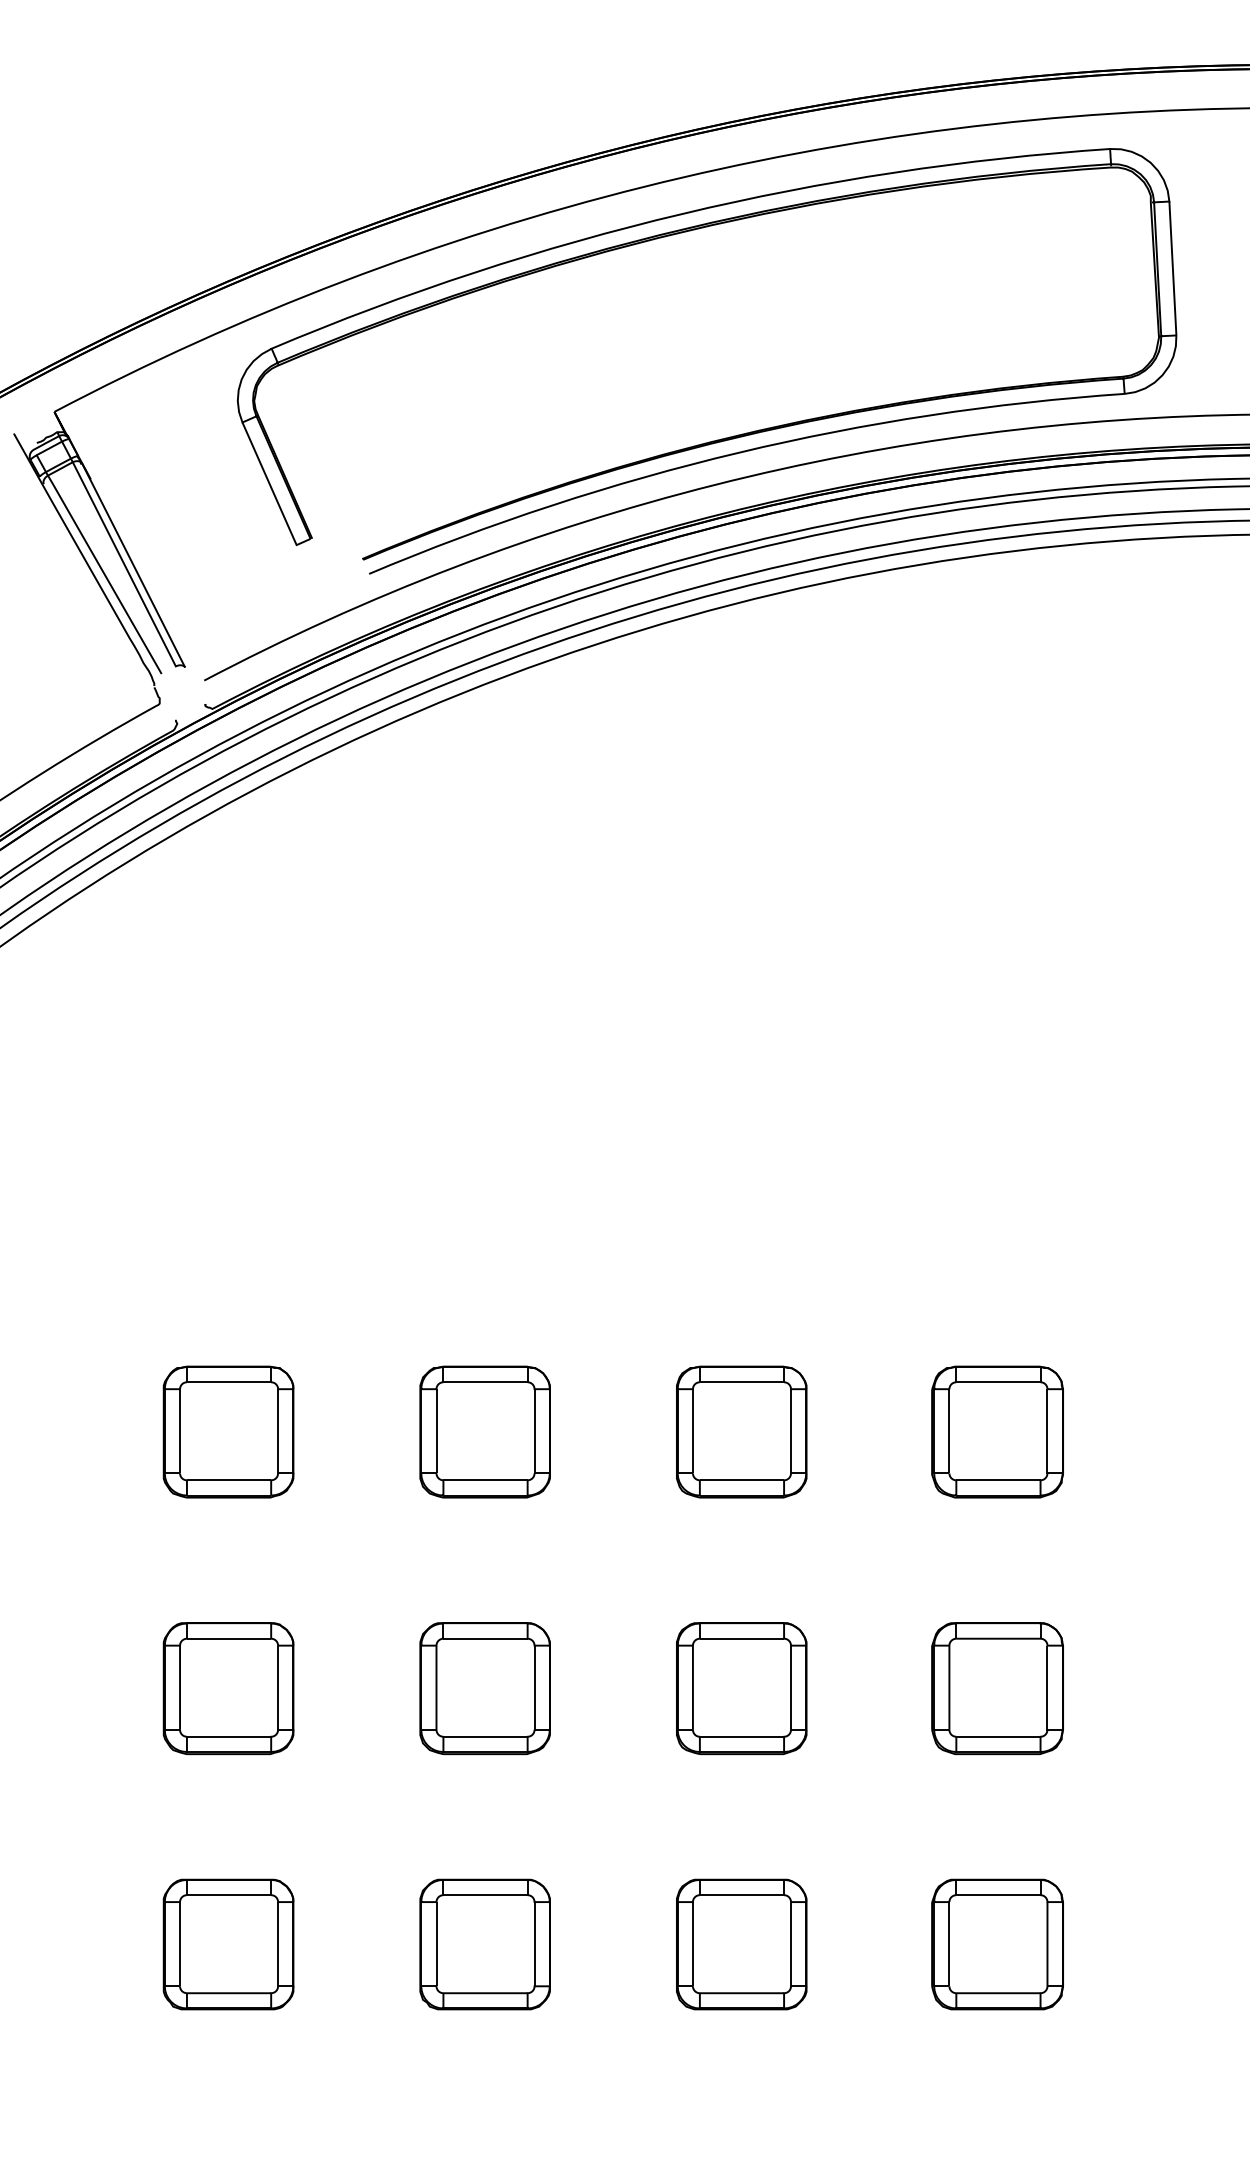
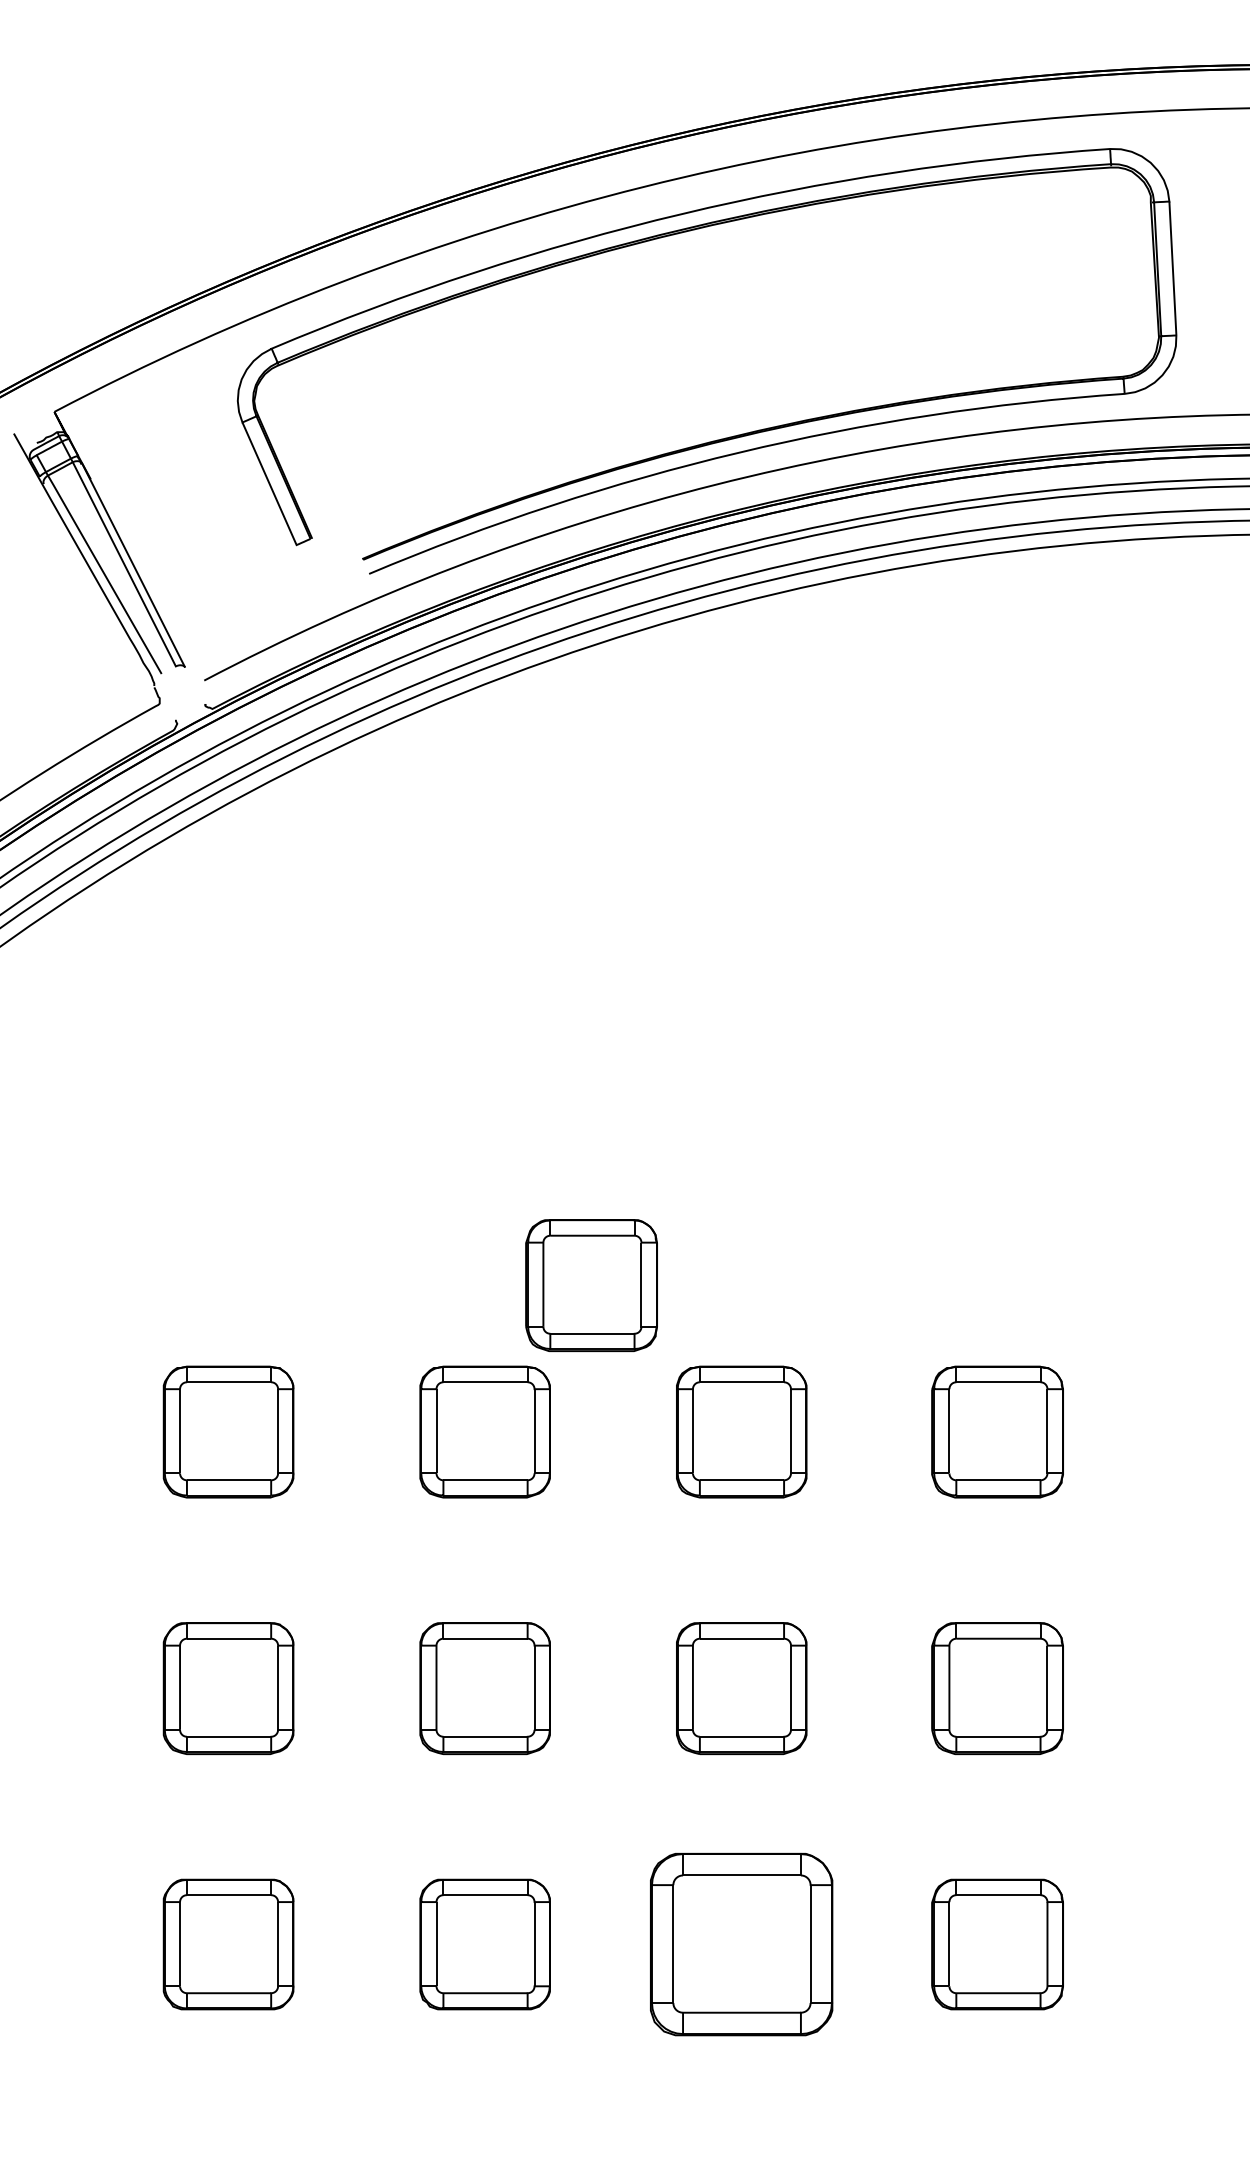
part at (591, 1285): none -> present
part at (741, 1944) size: 132x133 px -> 184x185 px
